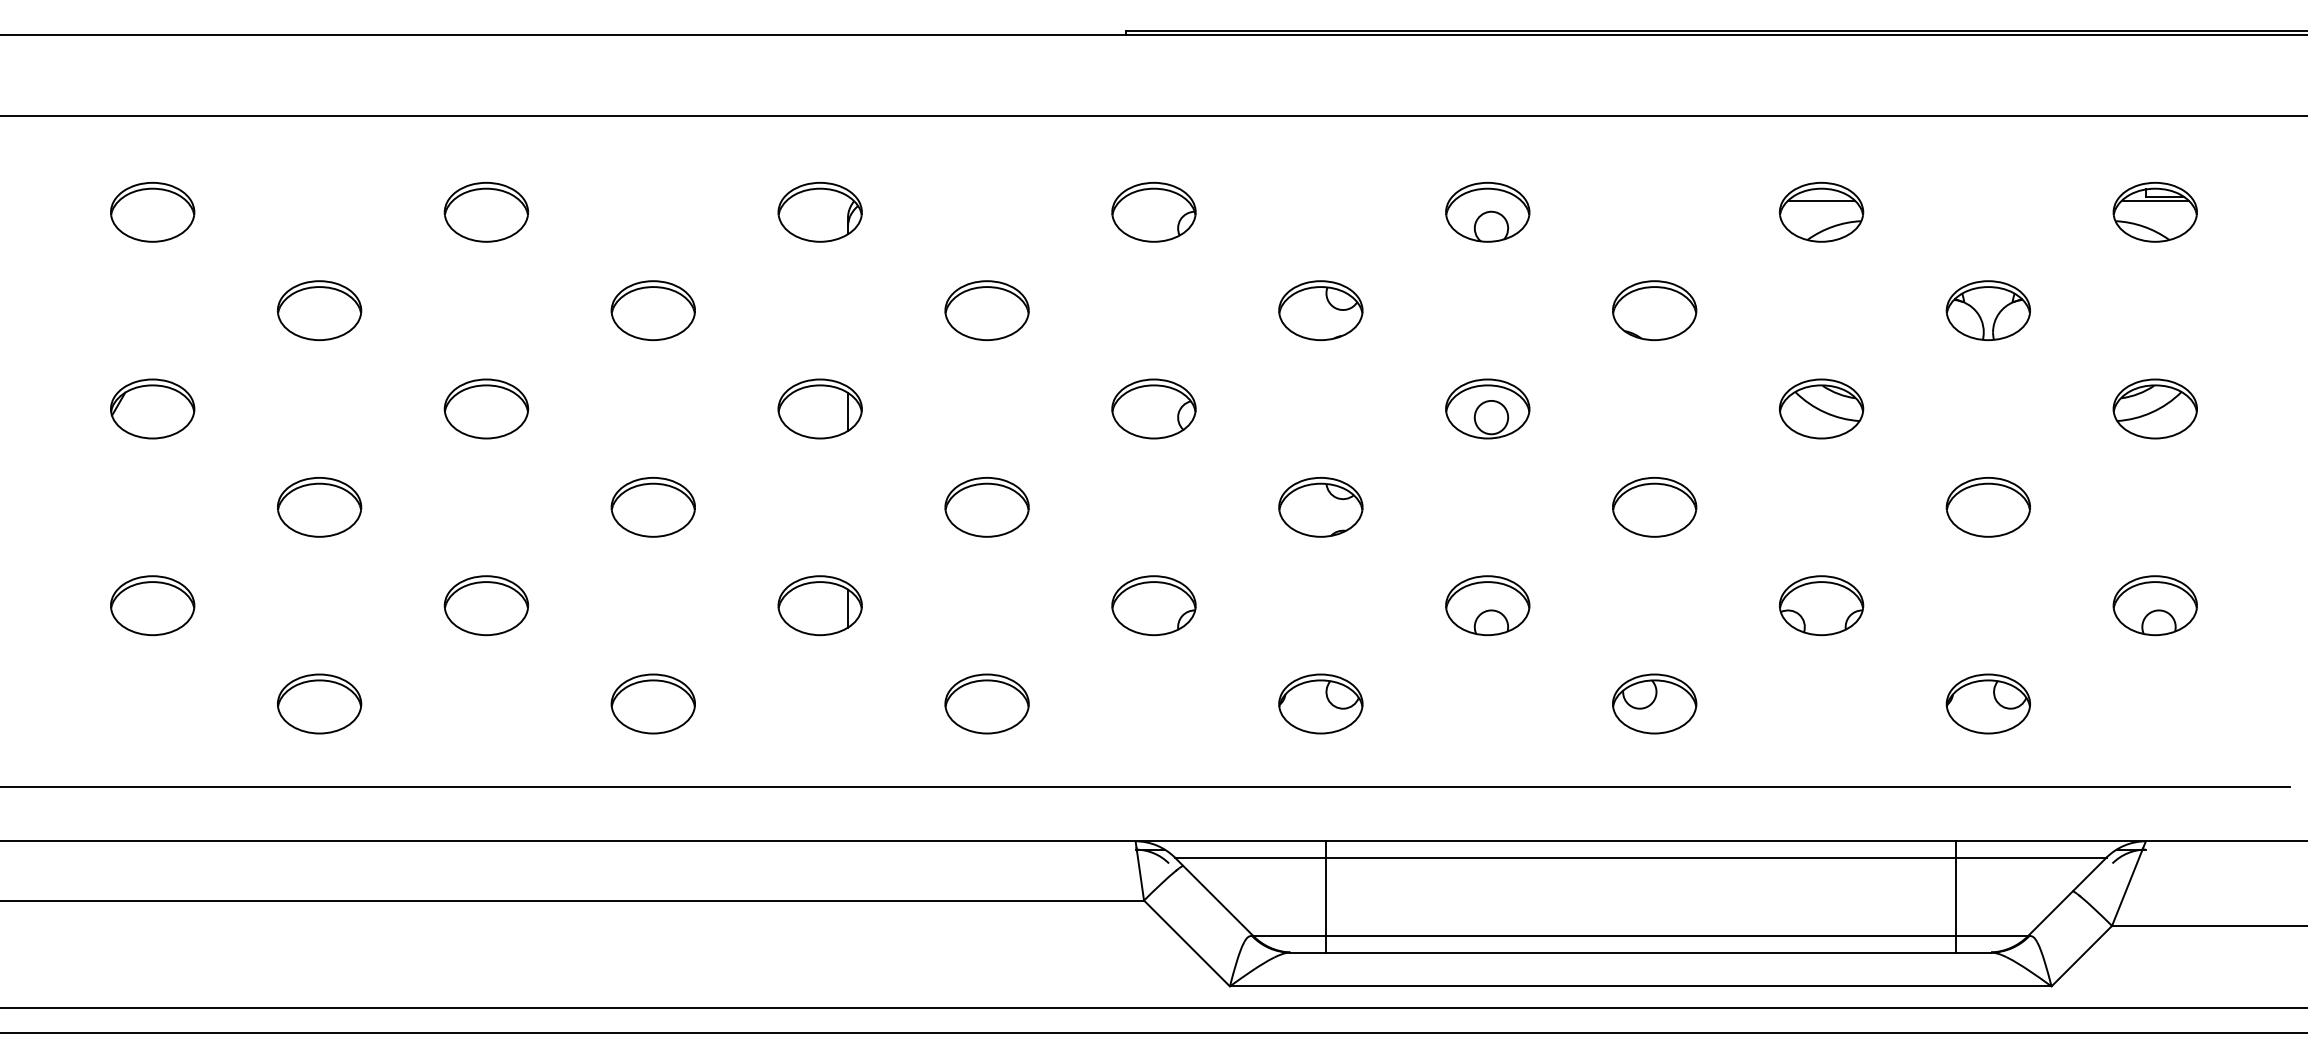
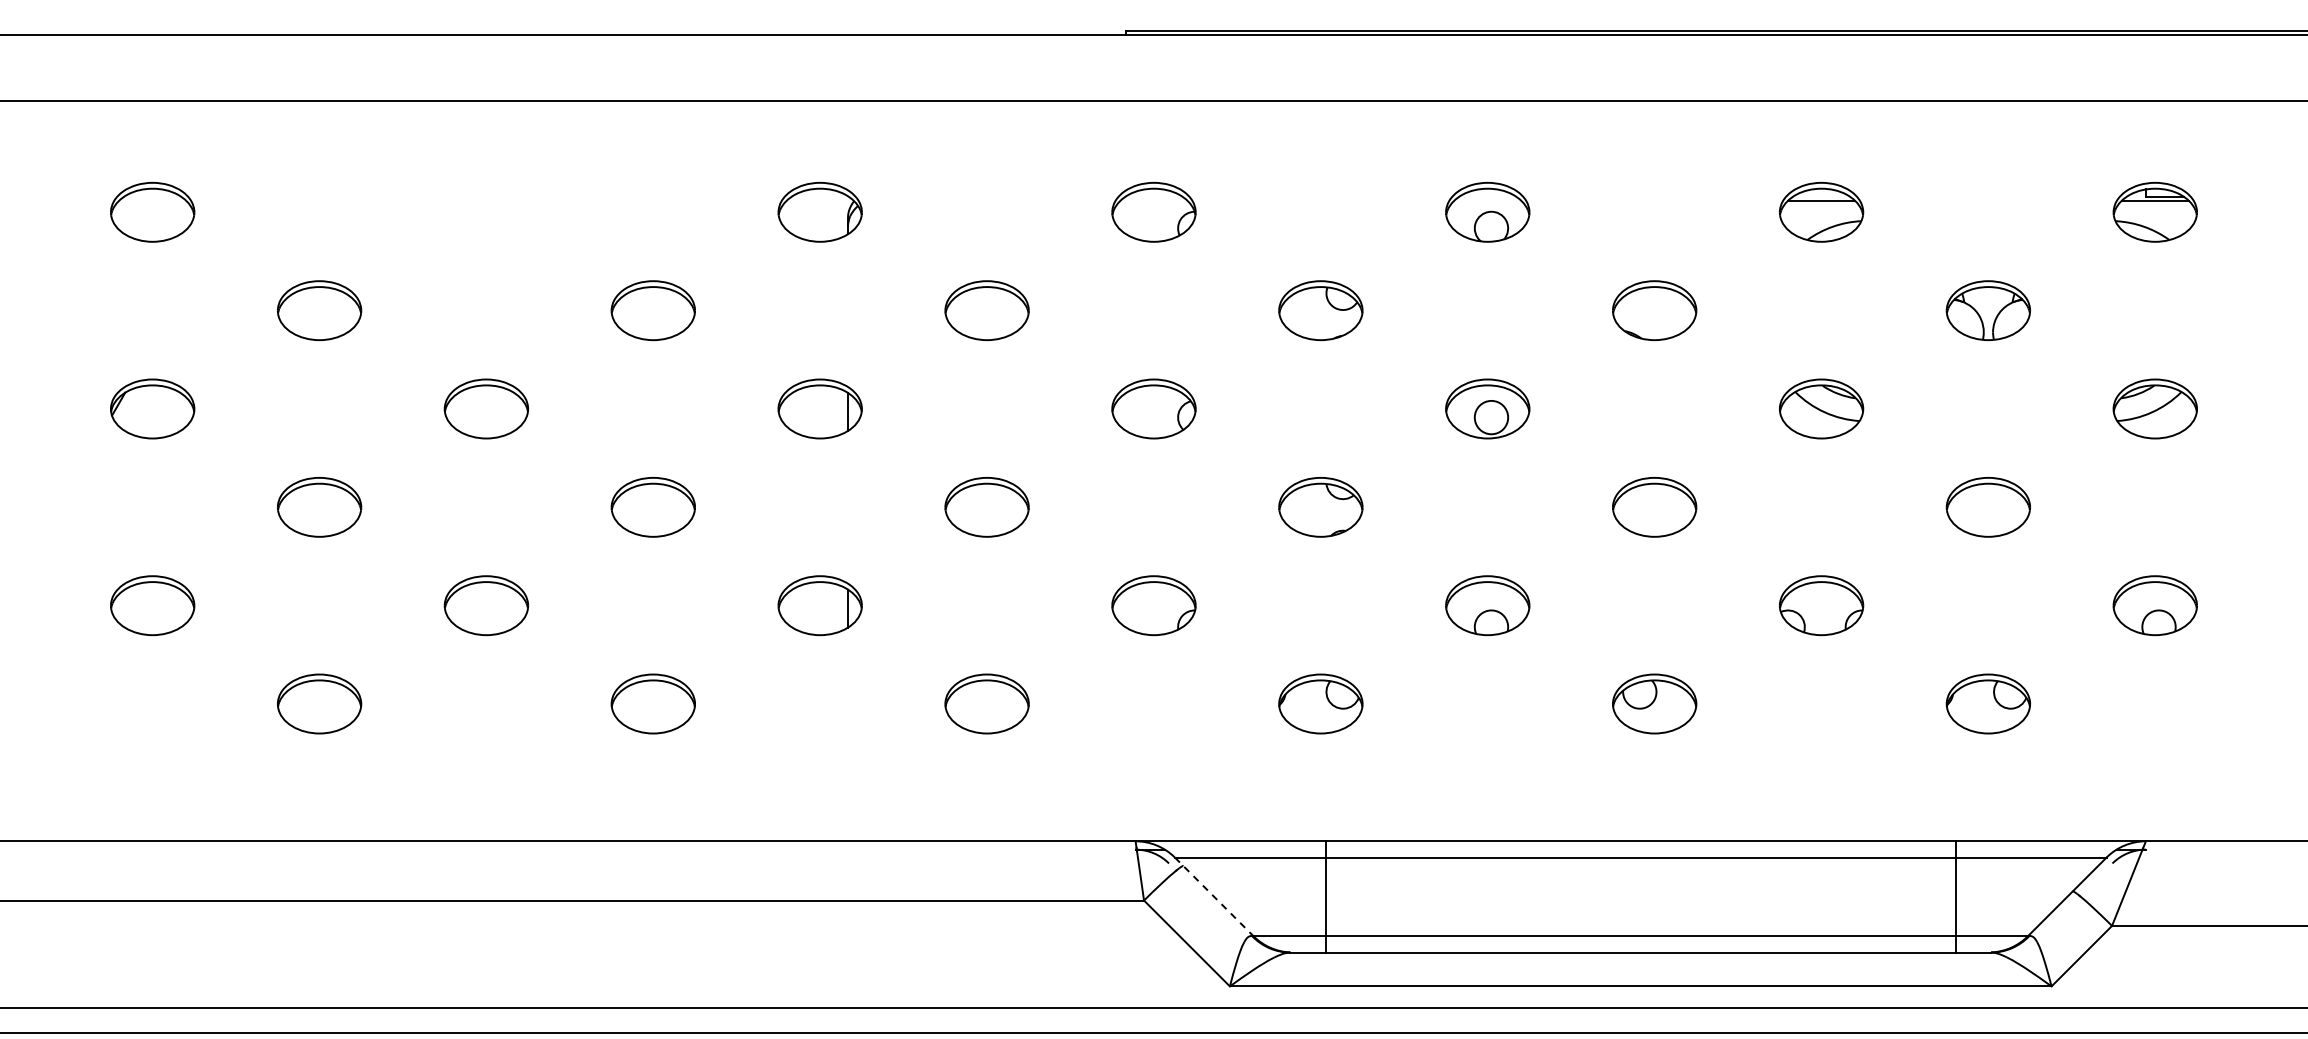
line at (1153, 116) position: (1153, 116) -> (1153, 101)
part at (486, 211): present -> none
line at (1145, 786): present -> none
line at (1214, 896): solid -> dashed
